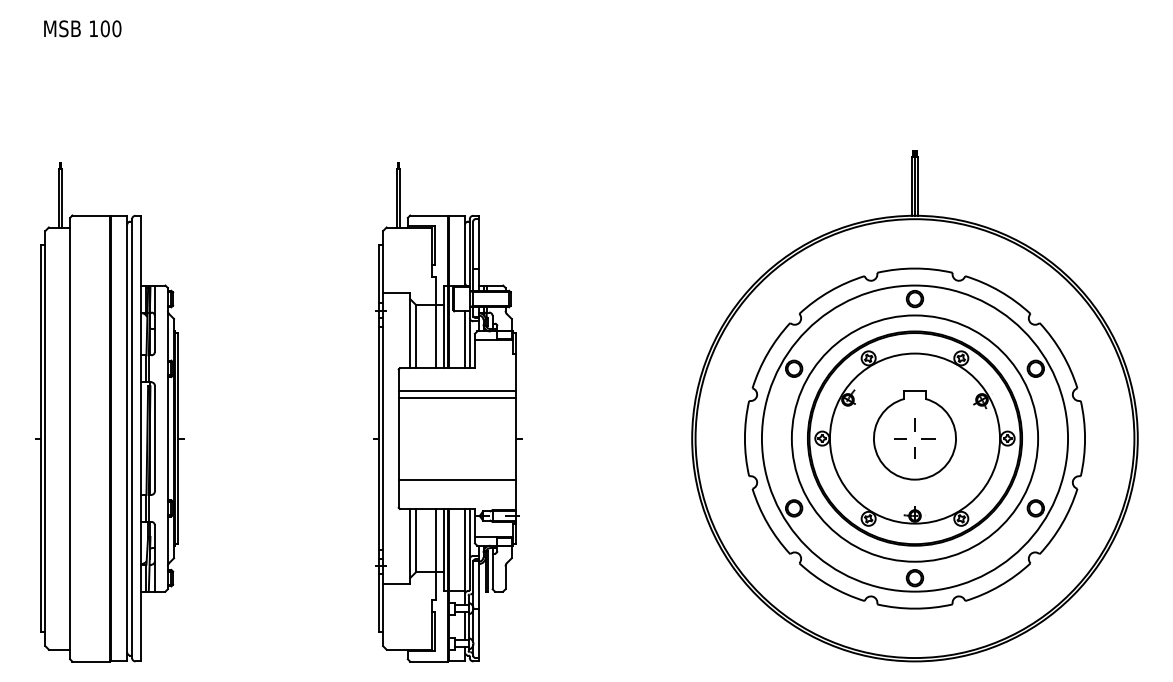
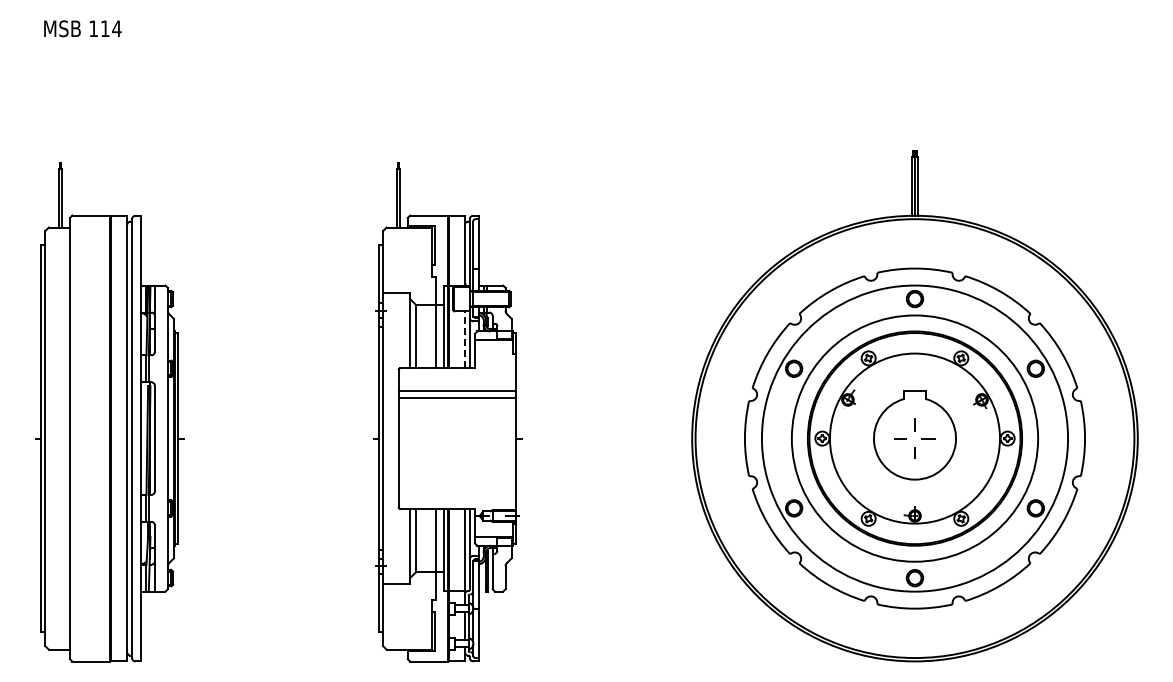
text at (110, 28): 100 -> 114
line at (465, 339): solid -> dashed
line at (457, 479): present -> none
